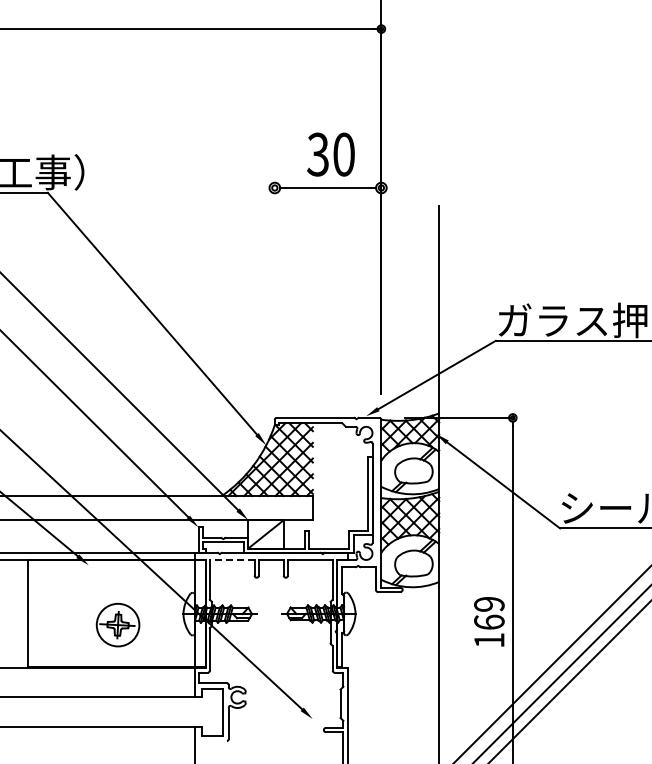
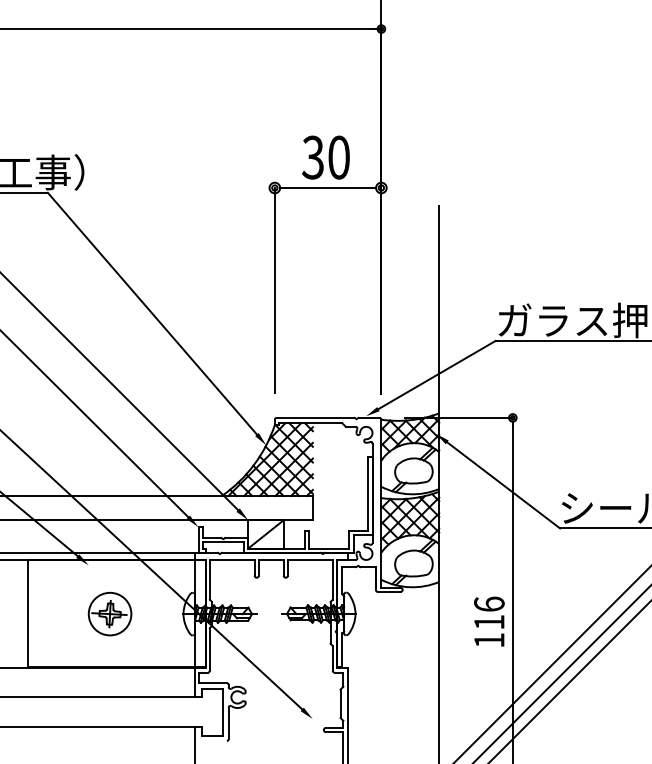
text at (330, 154) position: (330, 154) -> (325, 157)
line at (274, 290): none -> present
line at (231, 559): dashed -> solid
text at (489, 612): 169 -> 116
part at (117, 625) position: (117, 625) -> (109, 614)
